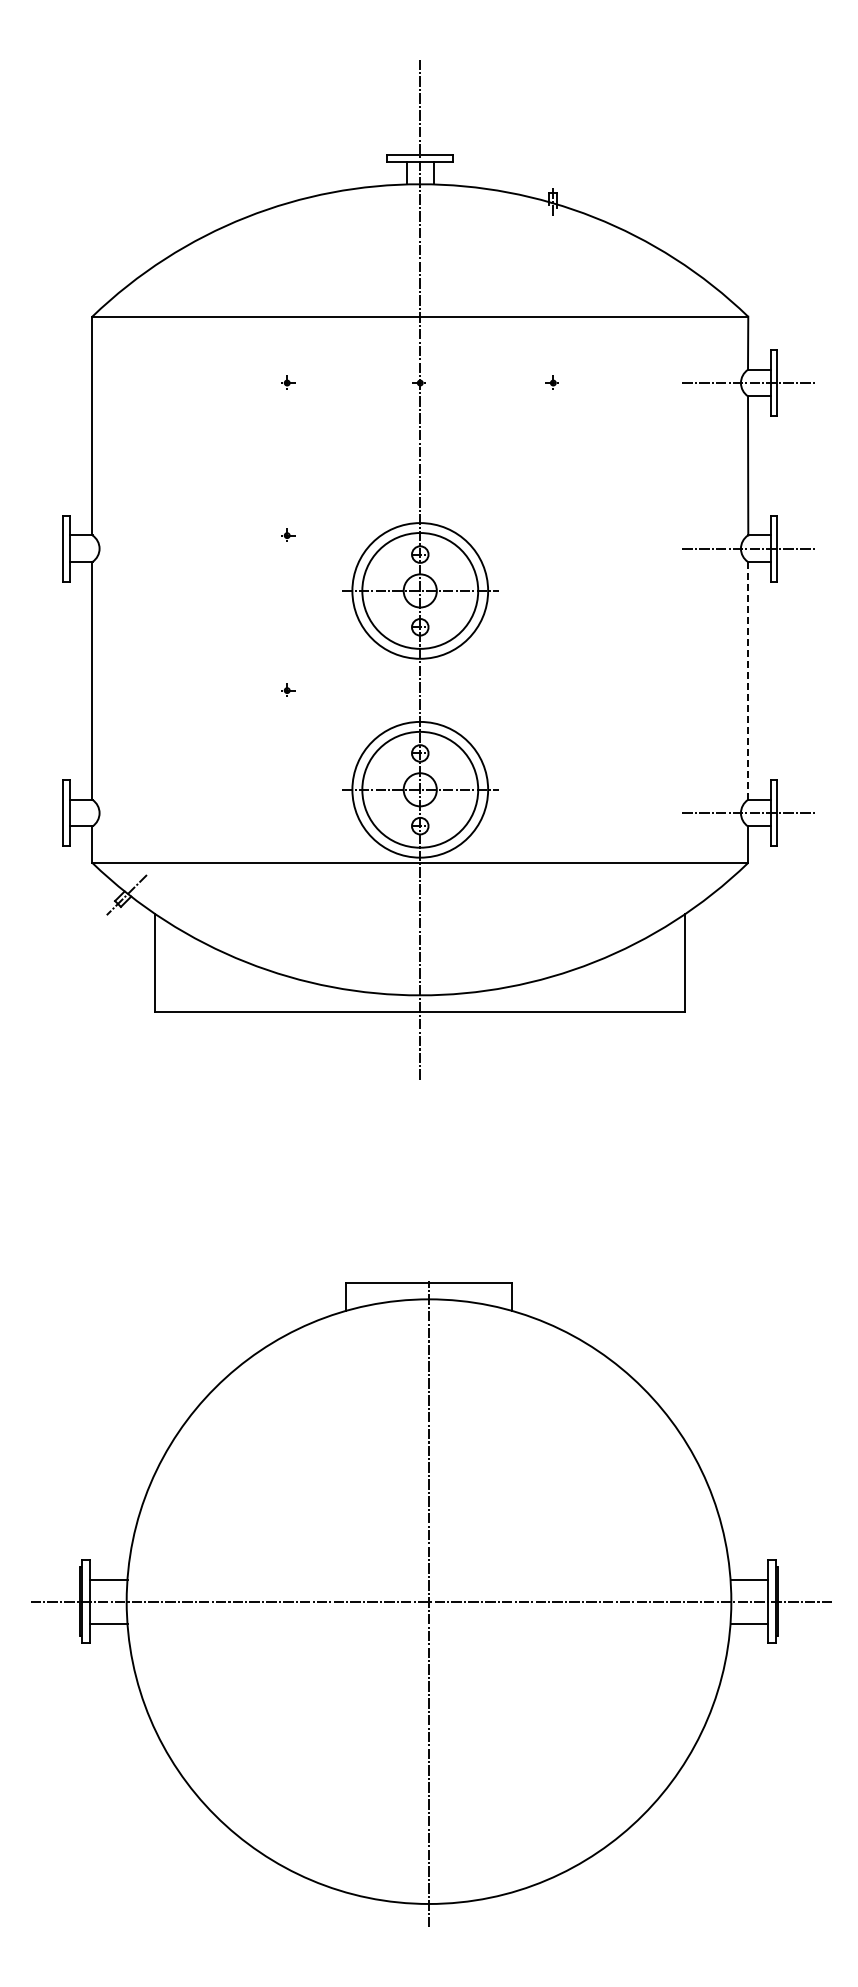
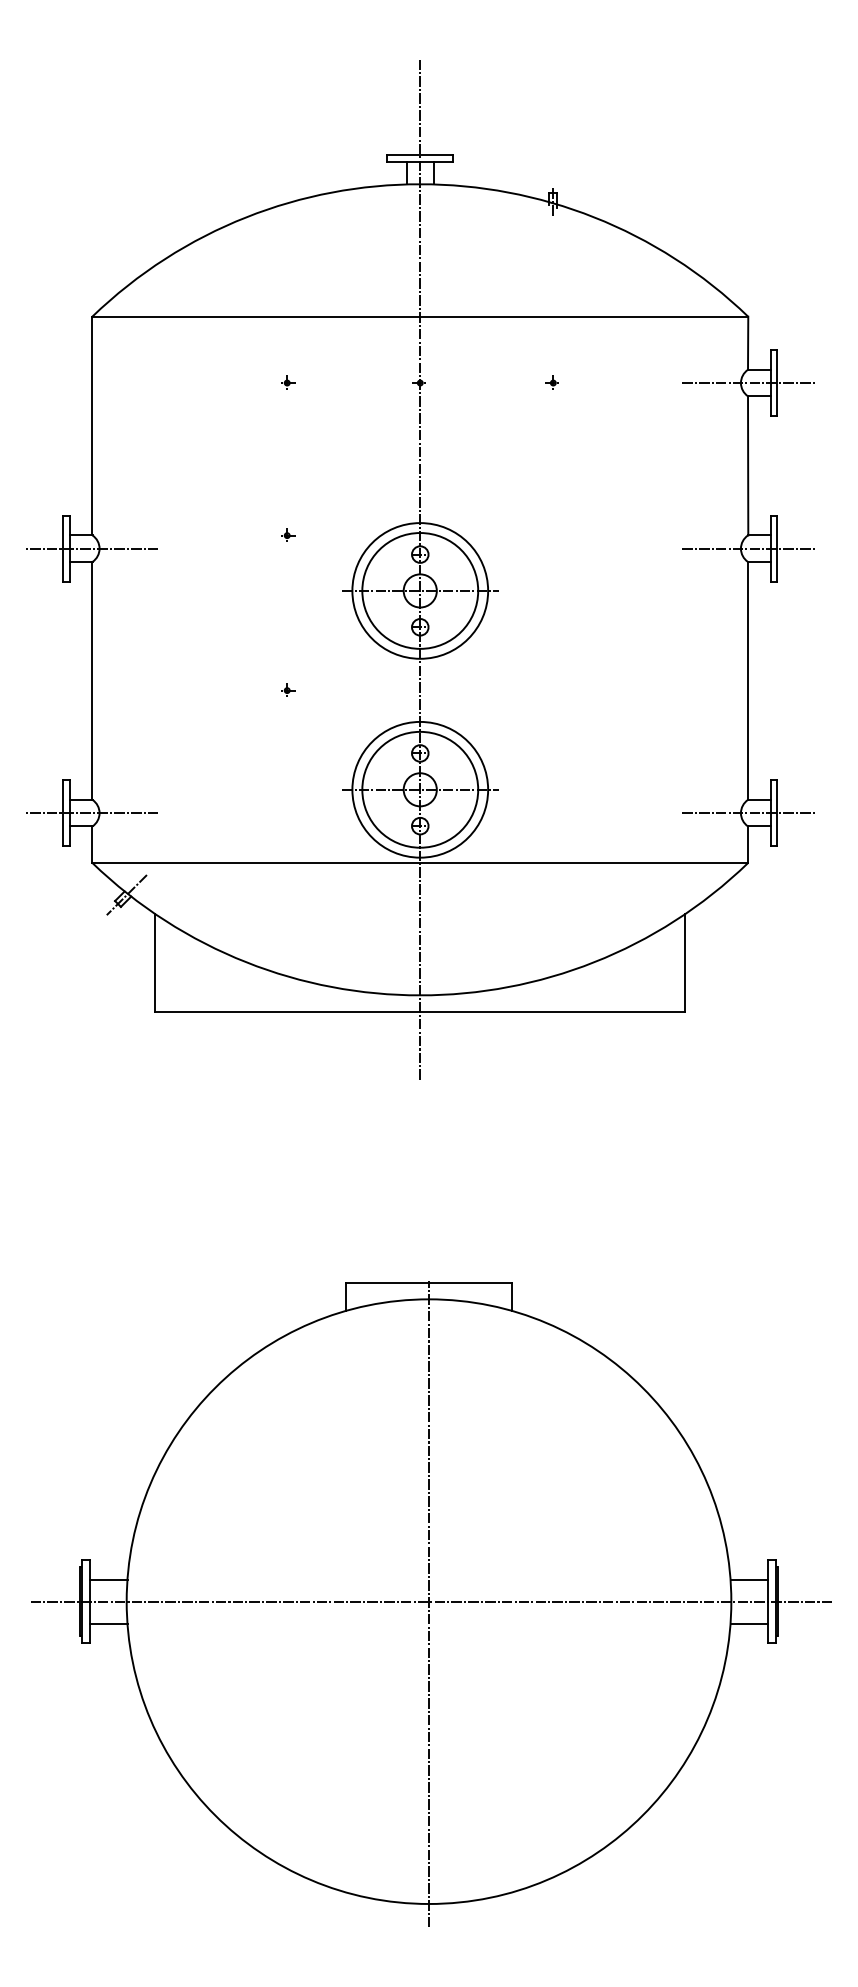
line at (91, 548): none -> present
line at (748, 680): dashed -> solid
line at (91, 813): none -> present
